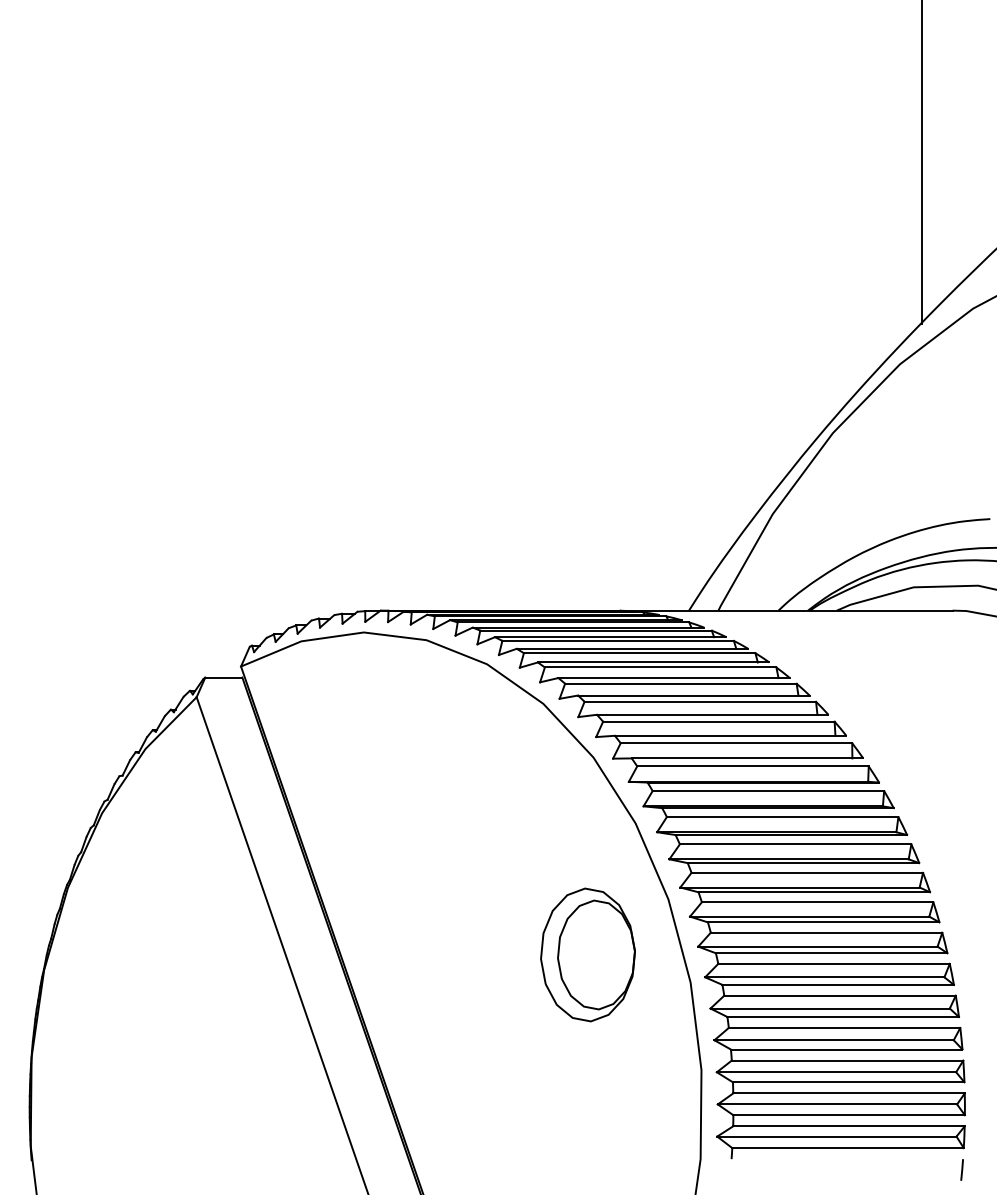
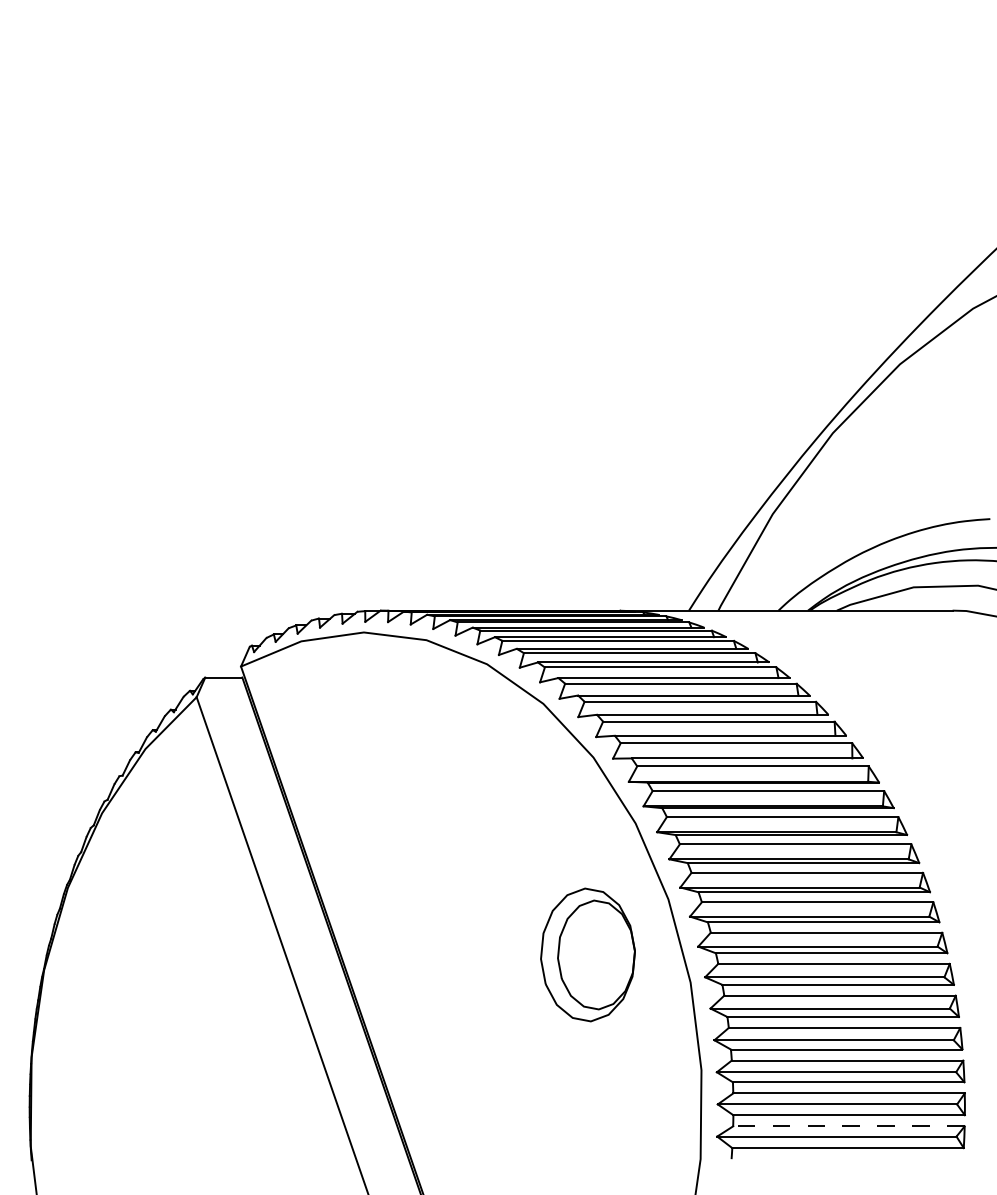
line at (921, 162): present -> none
line at (848, 1126): solid -> dashed
line at (961, 1169): present -> none
